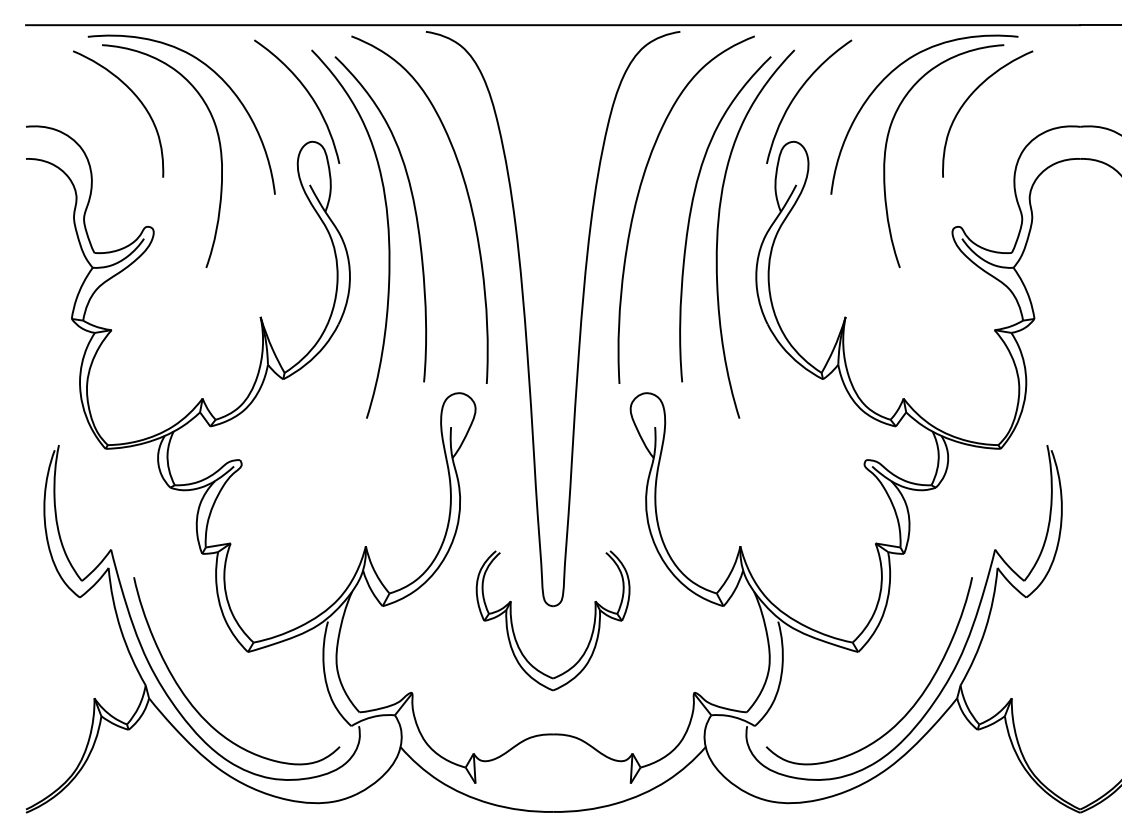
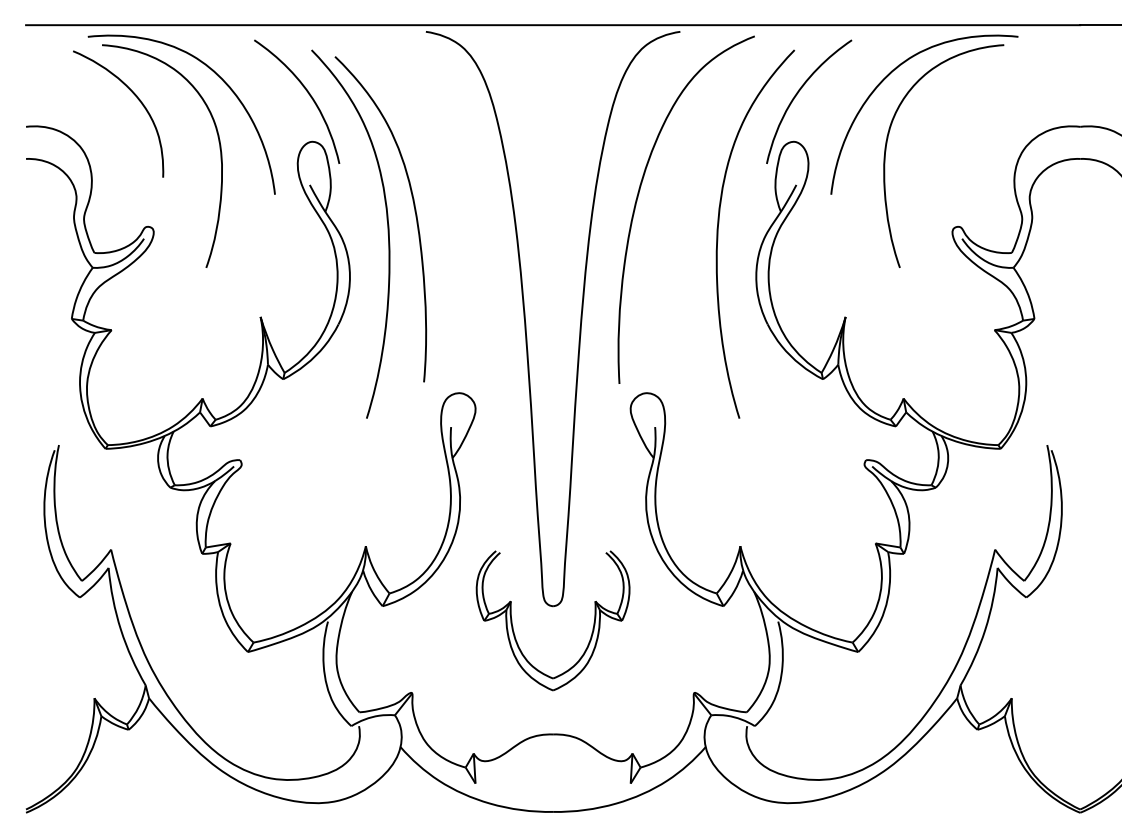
curve at (969, 98): present -> none
curve at (467, 196): present -> none
curve at (691, 213): present -> none
curve at (912, 705): present -> none
curve at (195, 707): present -> none
